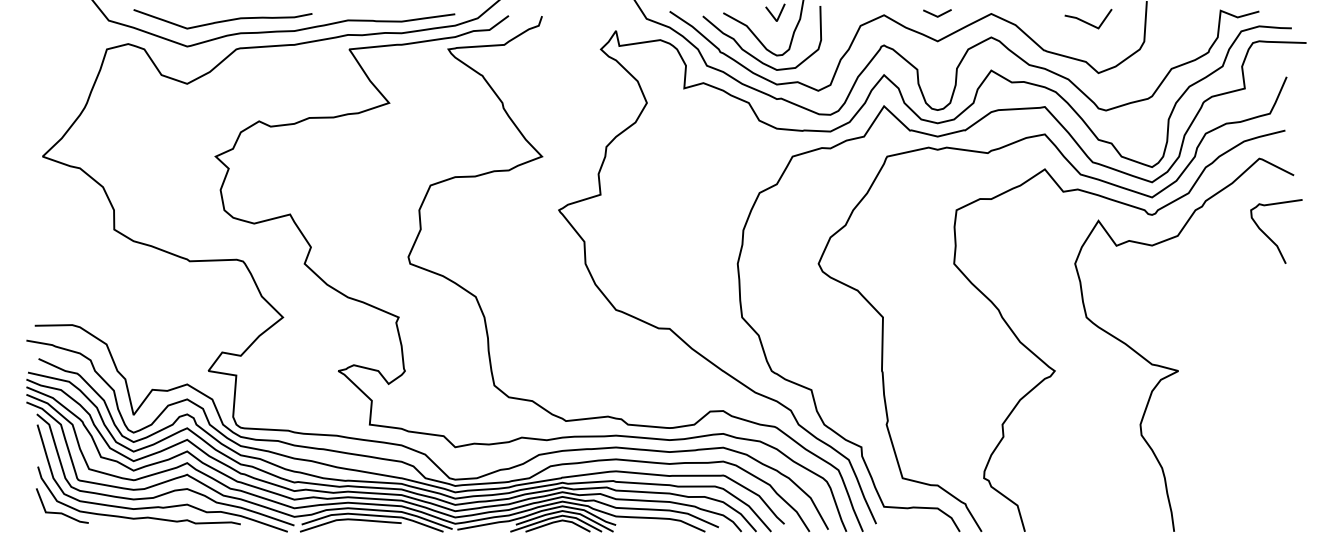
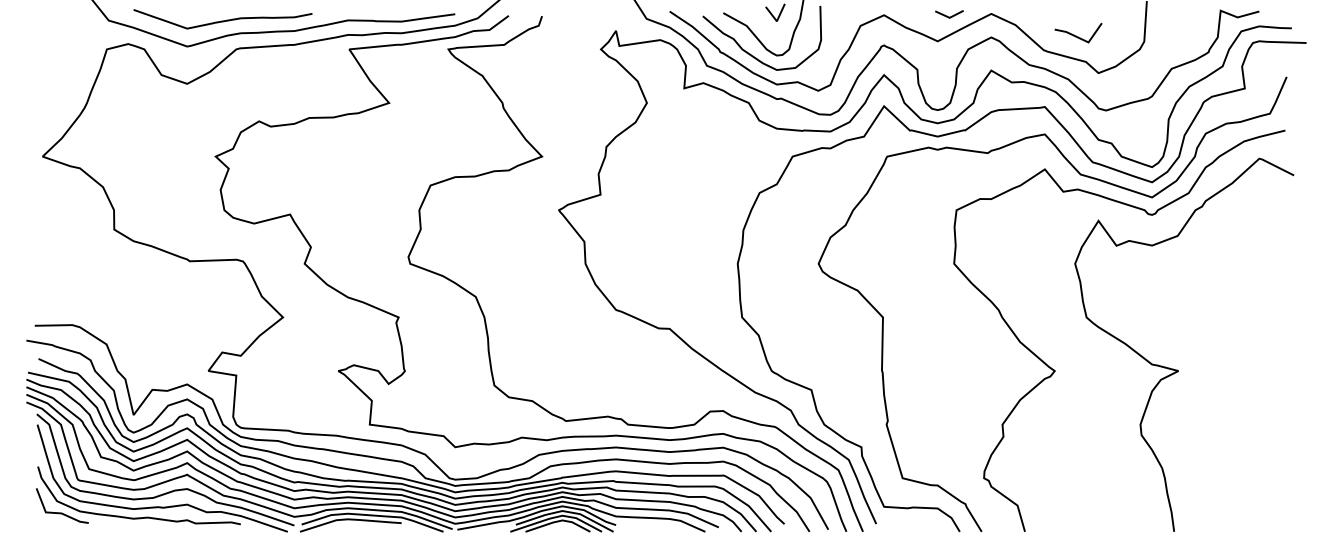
line at (937, 15) position: (937, 15) -> (949, 16)
line at (1086, 21) position: (1086, 21) -> (1076, 35)
curve at (1269, 237): present -> none
